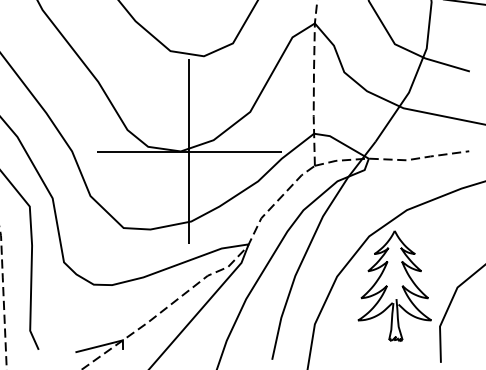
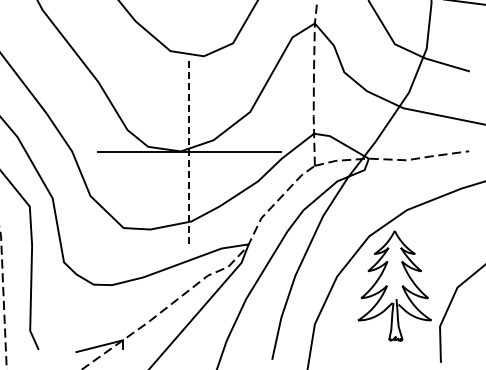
line at (189, 151): solid -> dashed
